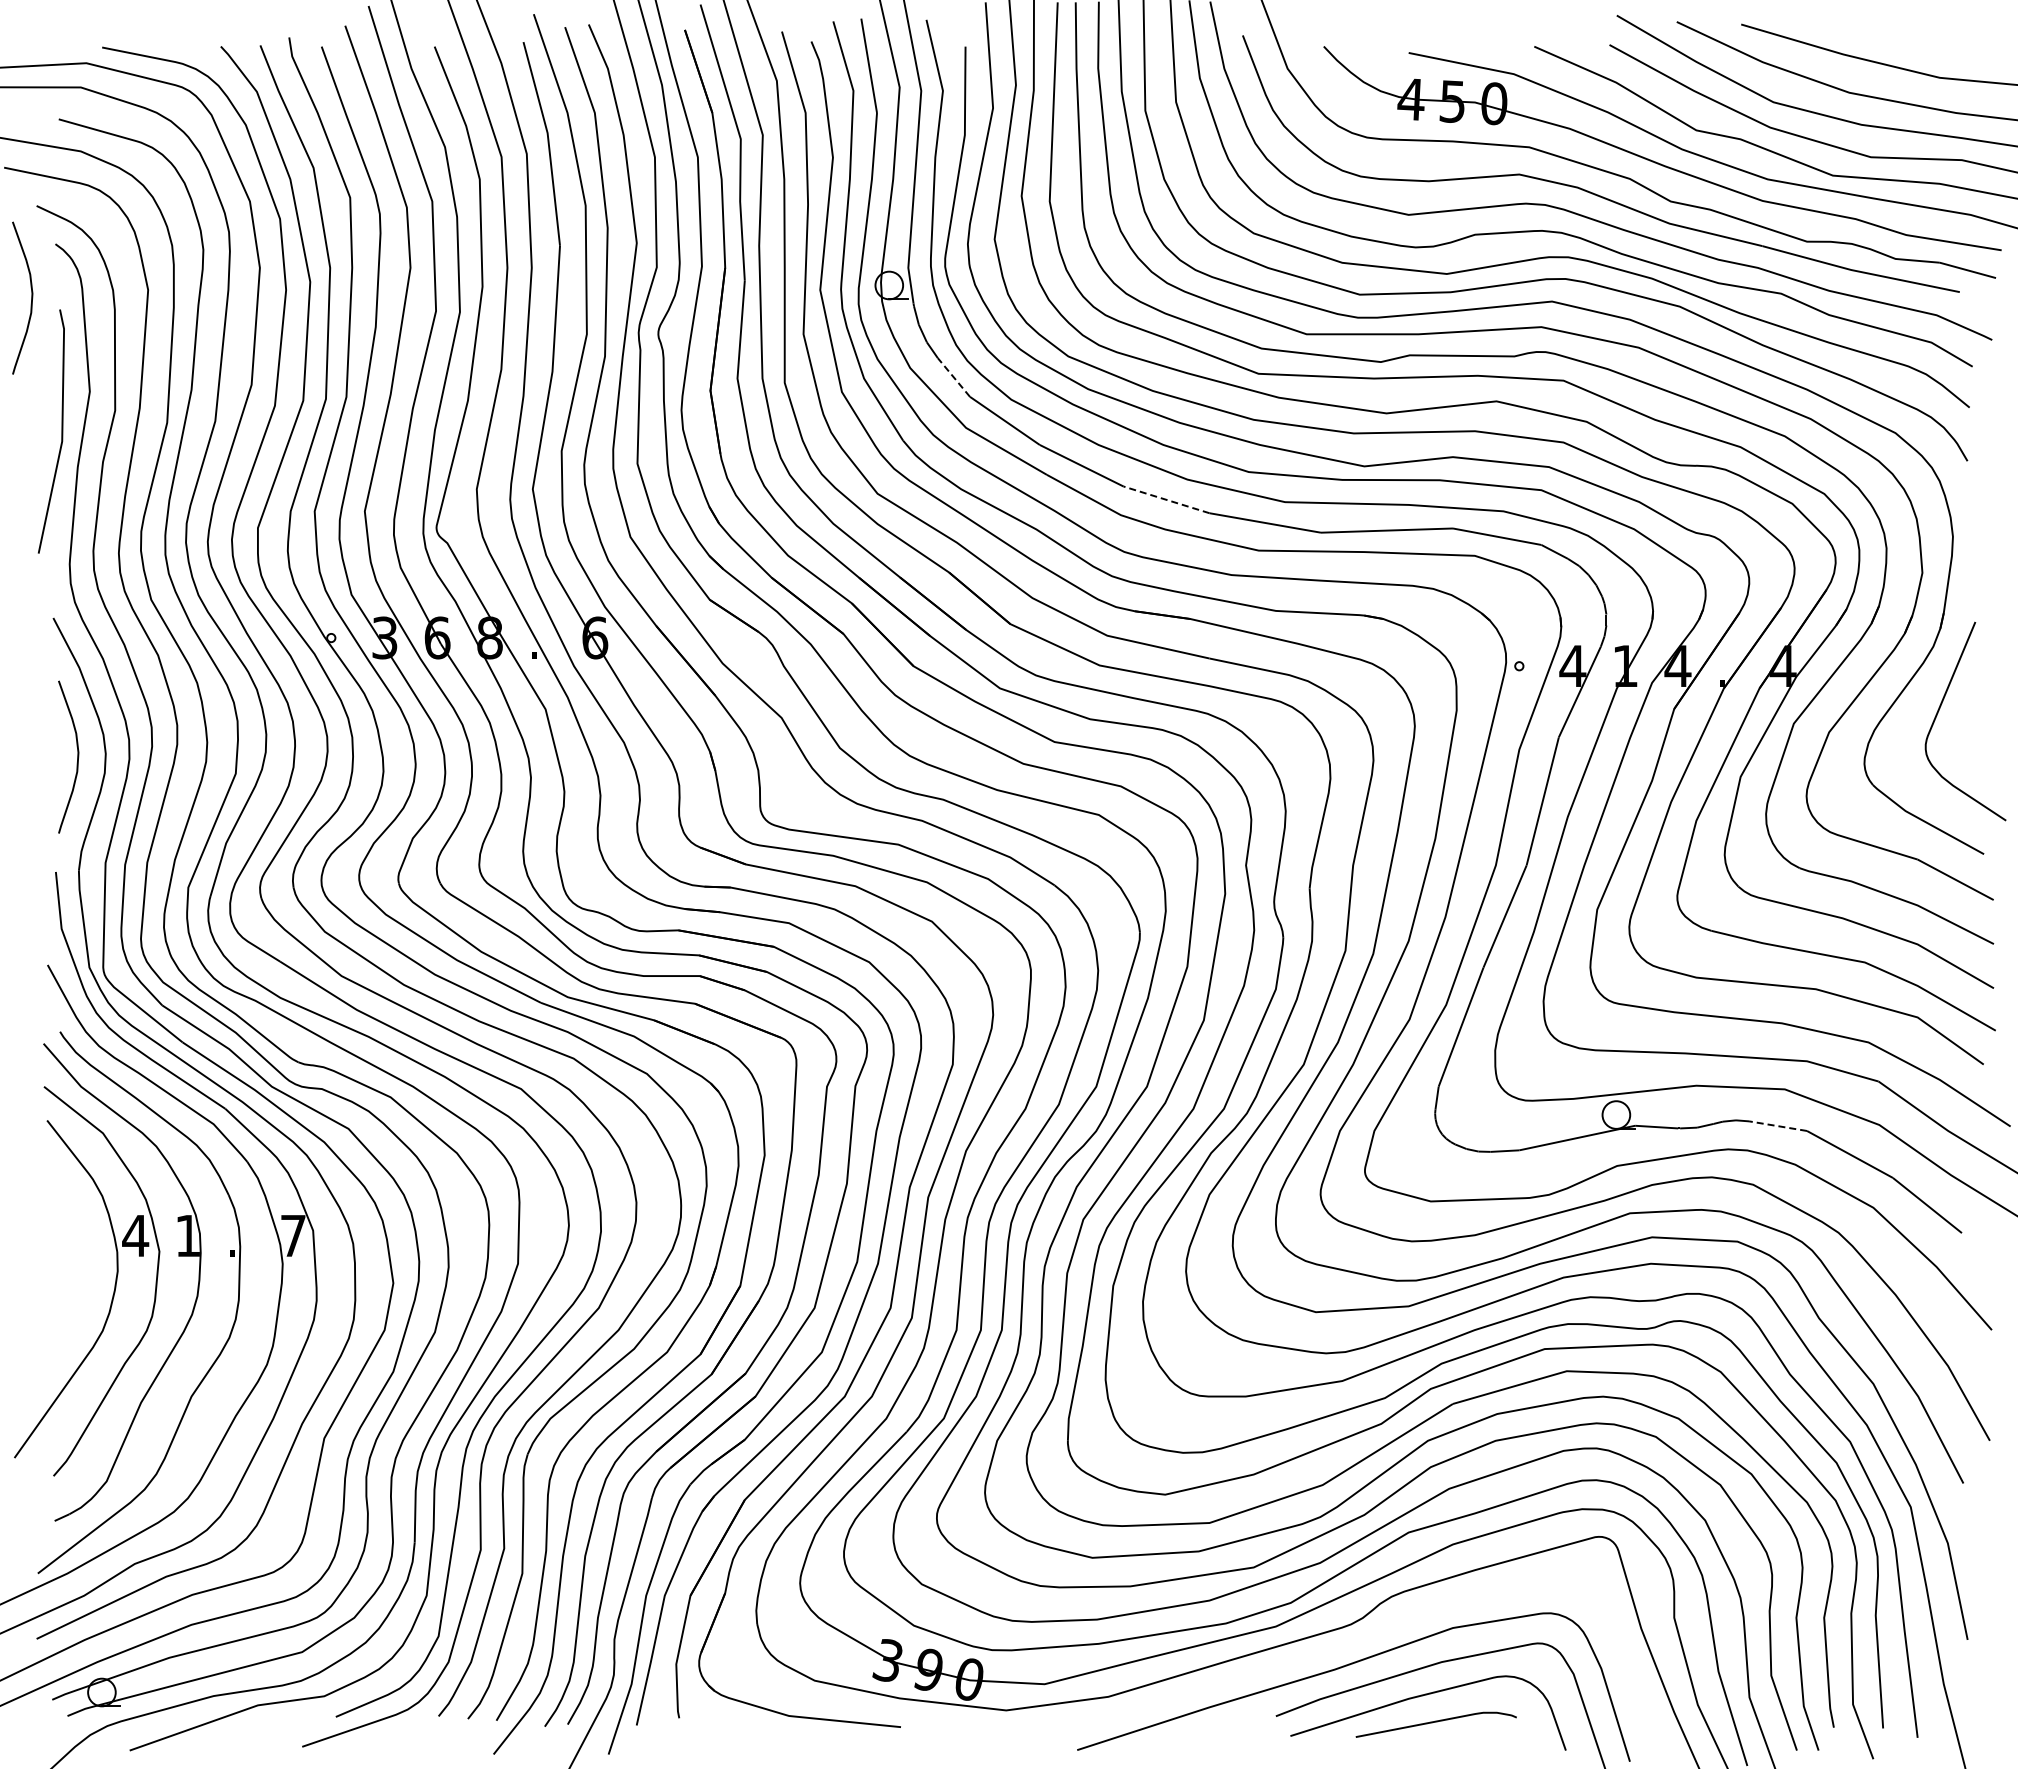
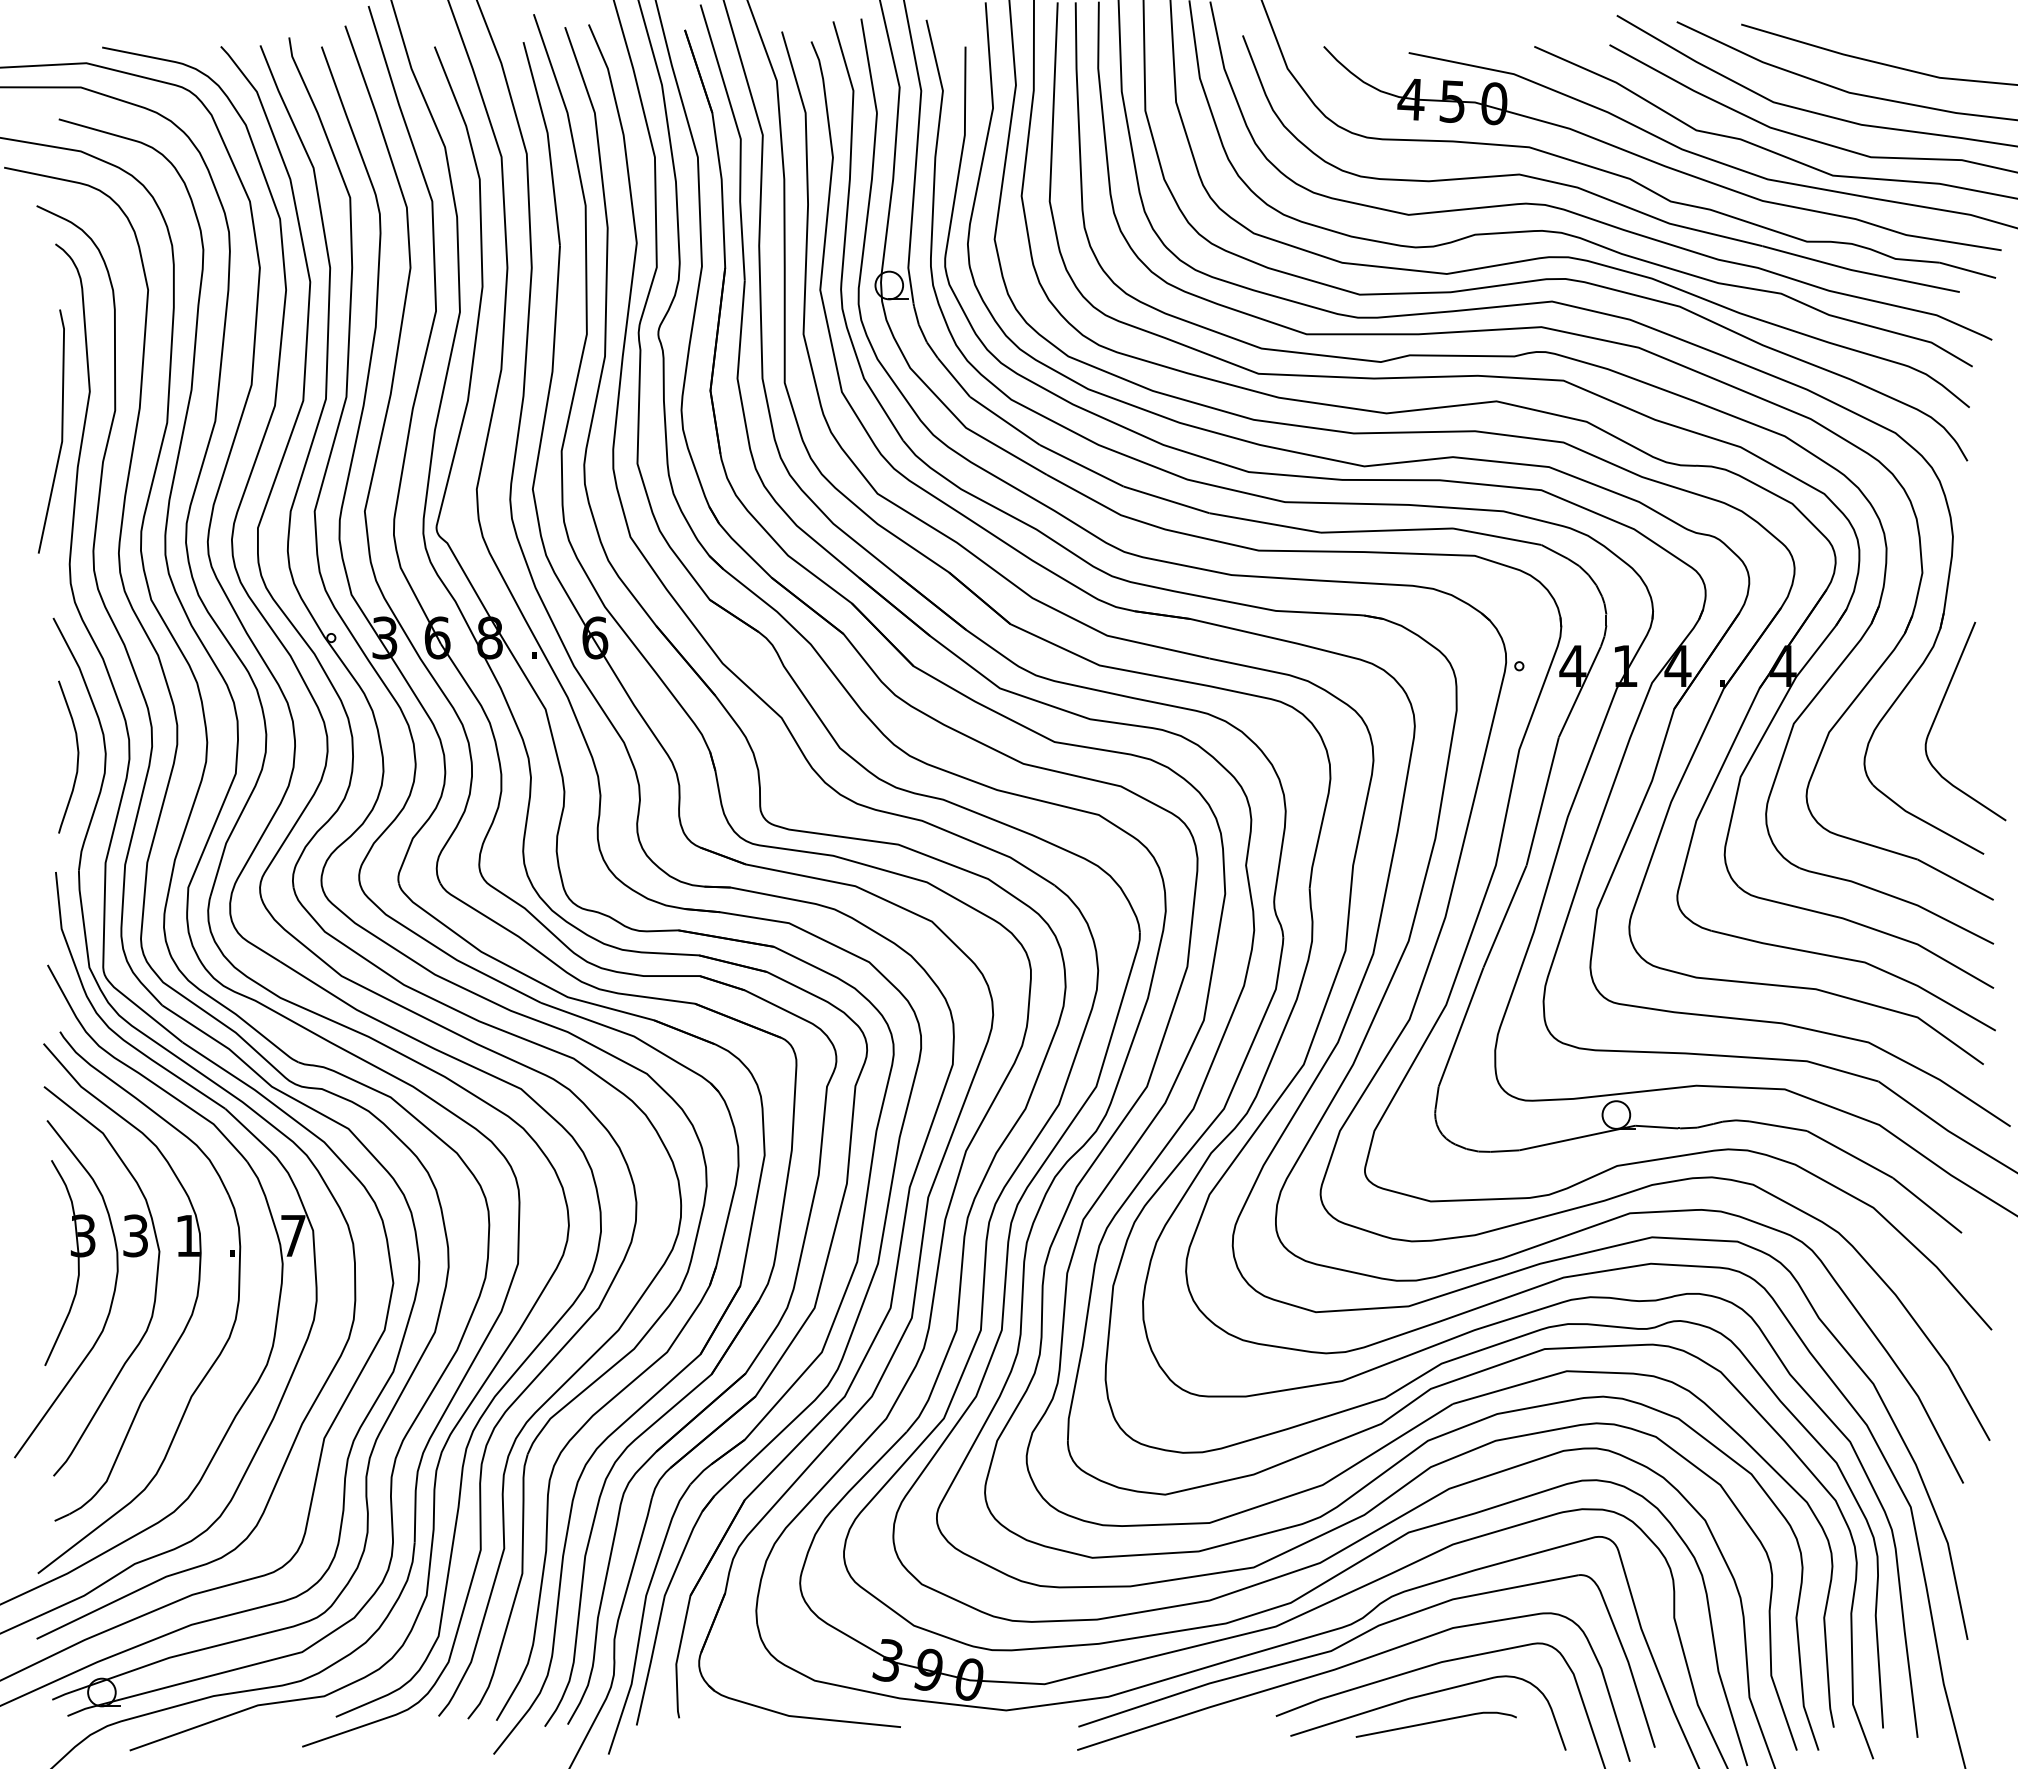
curve at (31, 297): present -> none
line at (953, 377): dashed -> solid
line at (1166, 499): dashed -> solid
line at (1777, 1126): dashed -> solid
text at (135, 1235): 4 -> 3
part at (73, 1256): none -> present
part at (1355, 1639): none -> present
